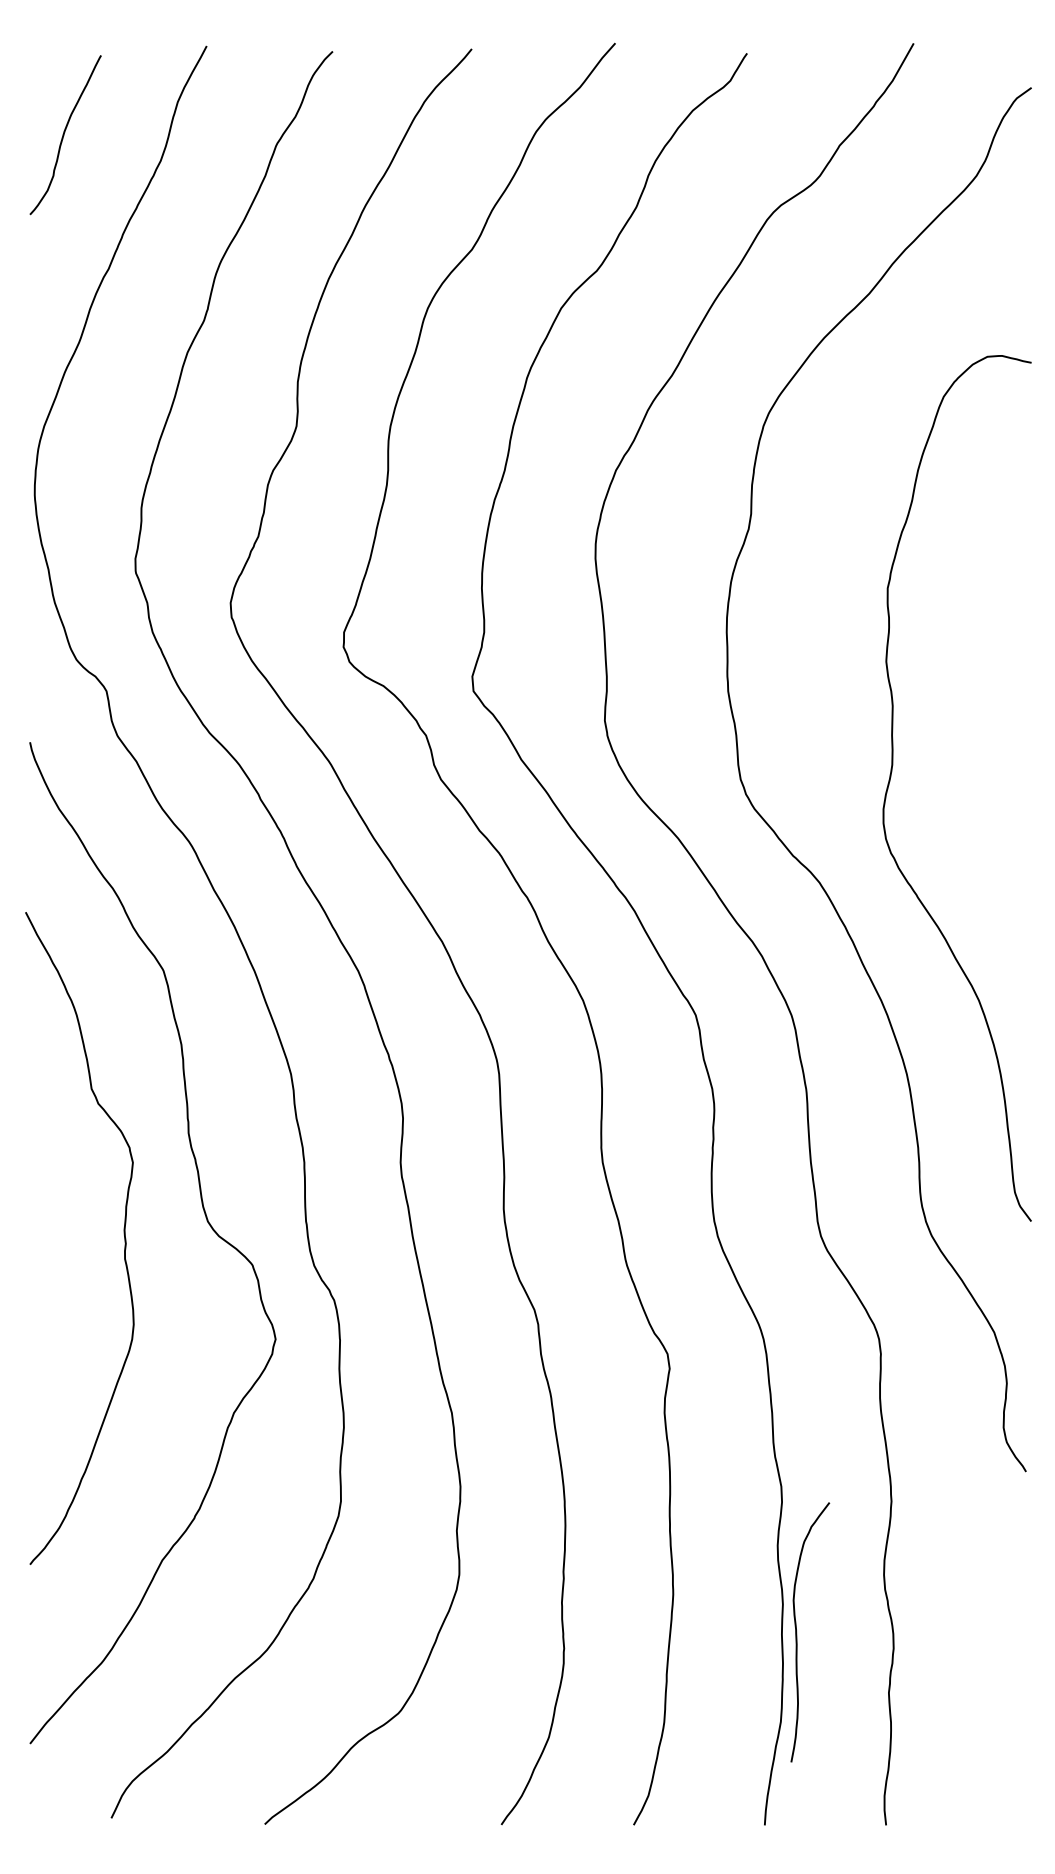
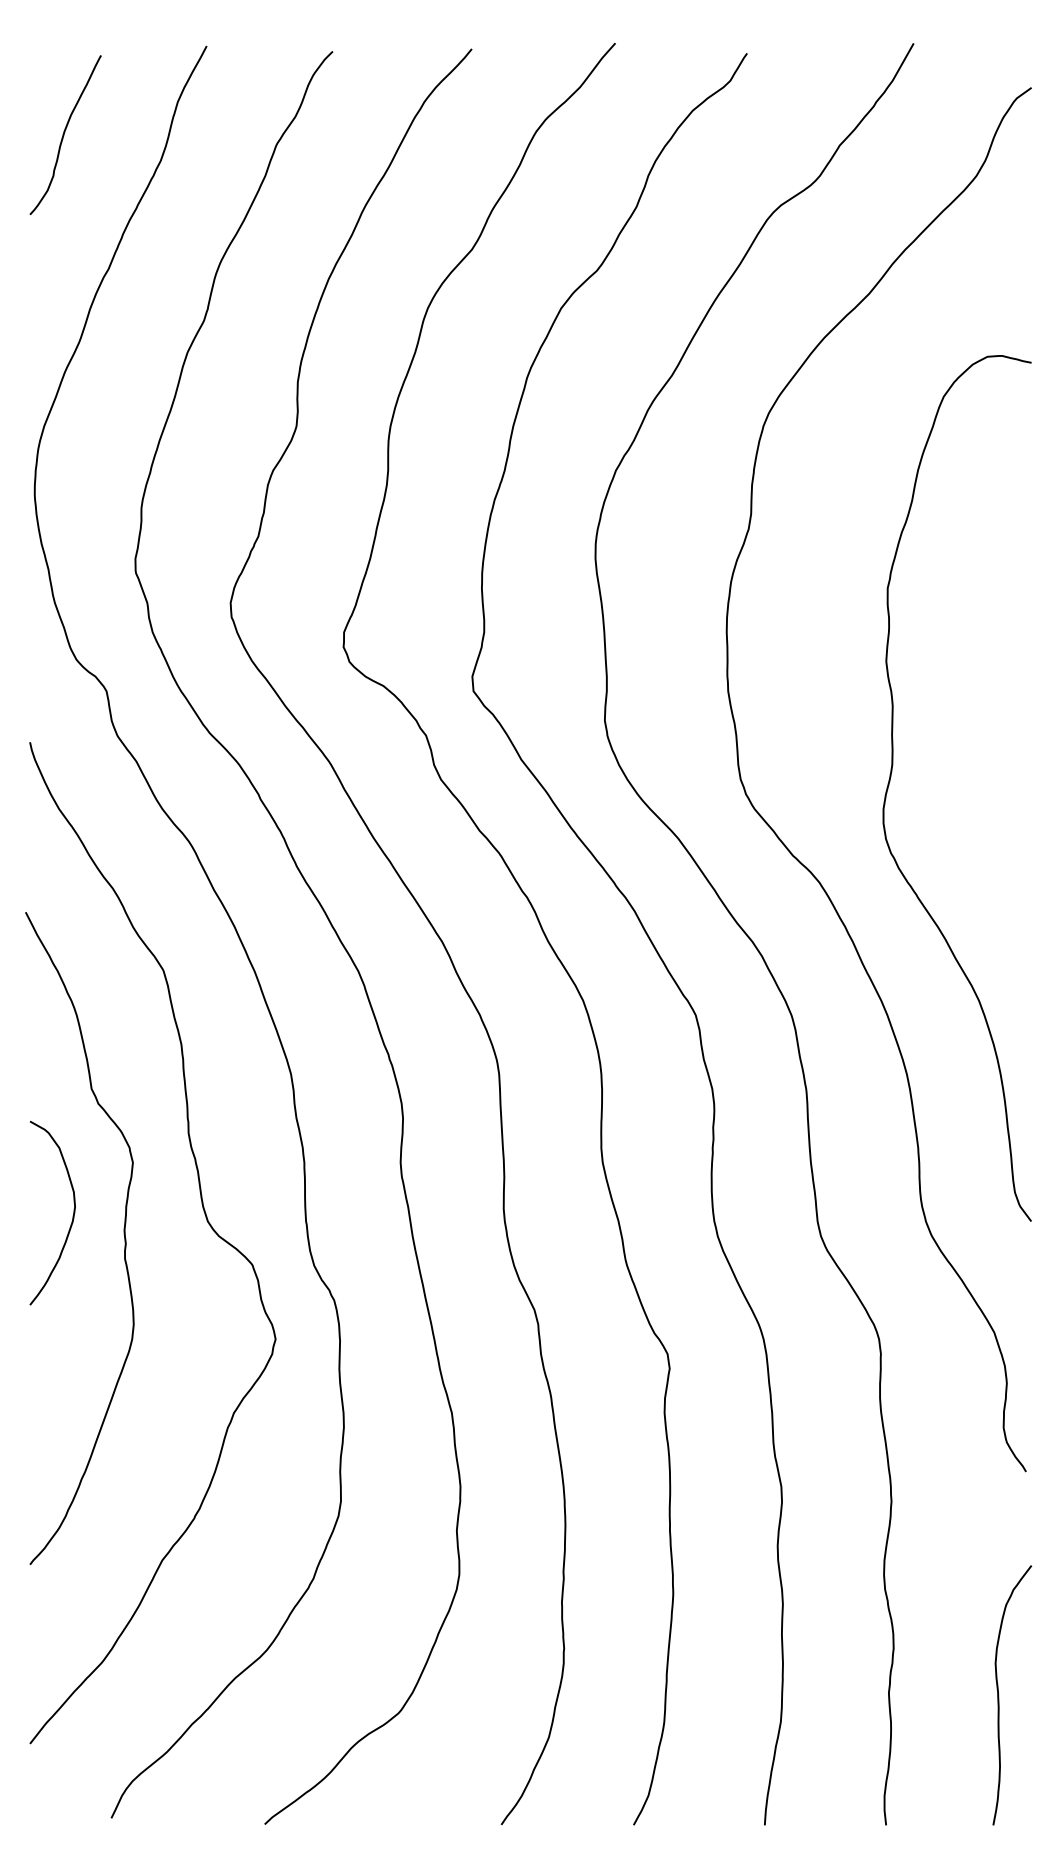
curve at (72, 1215): none -> present
curve at (797, 1632) position: (797, 1632) -> (999, 1695)
